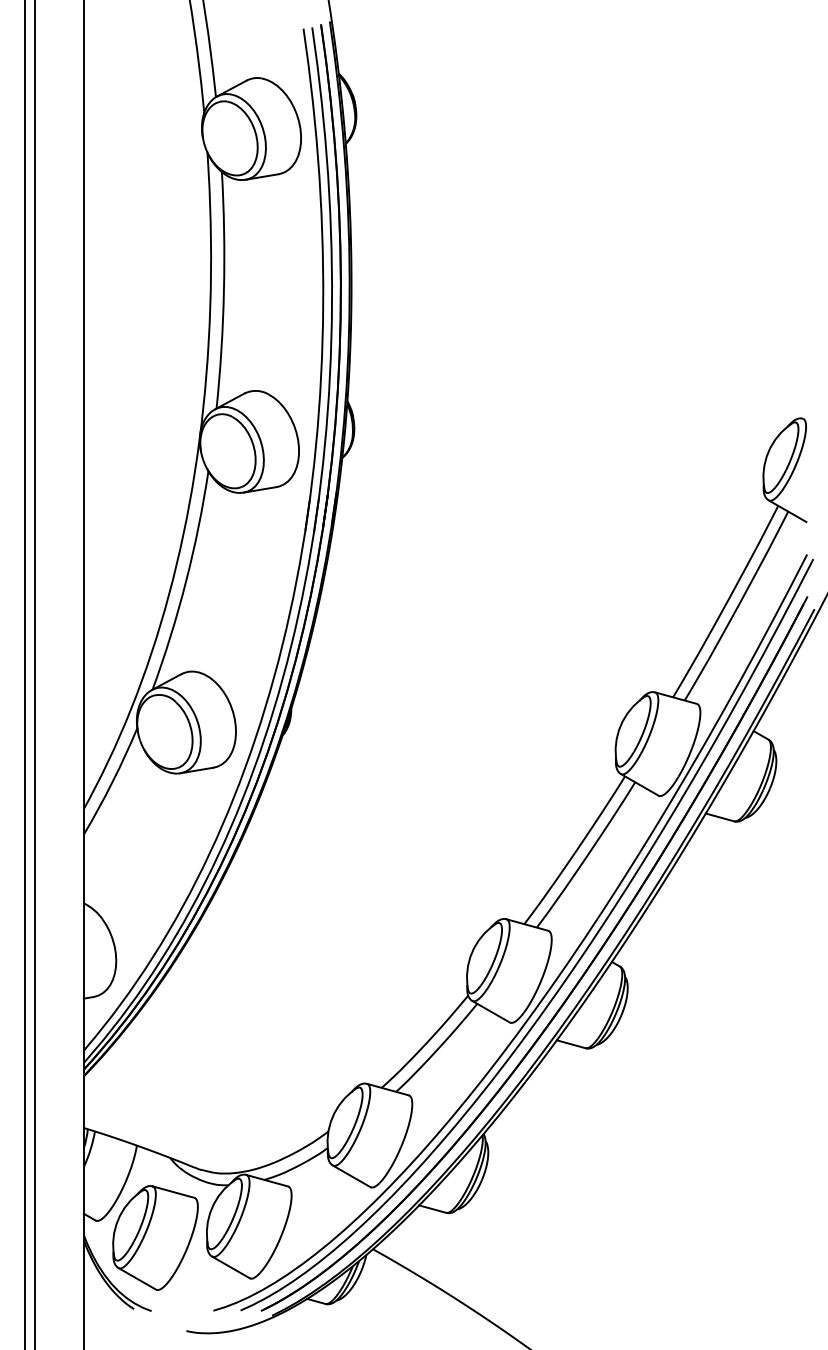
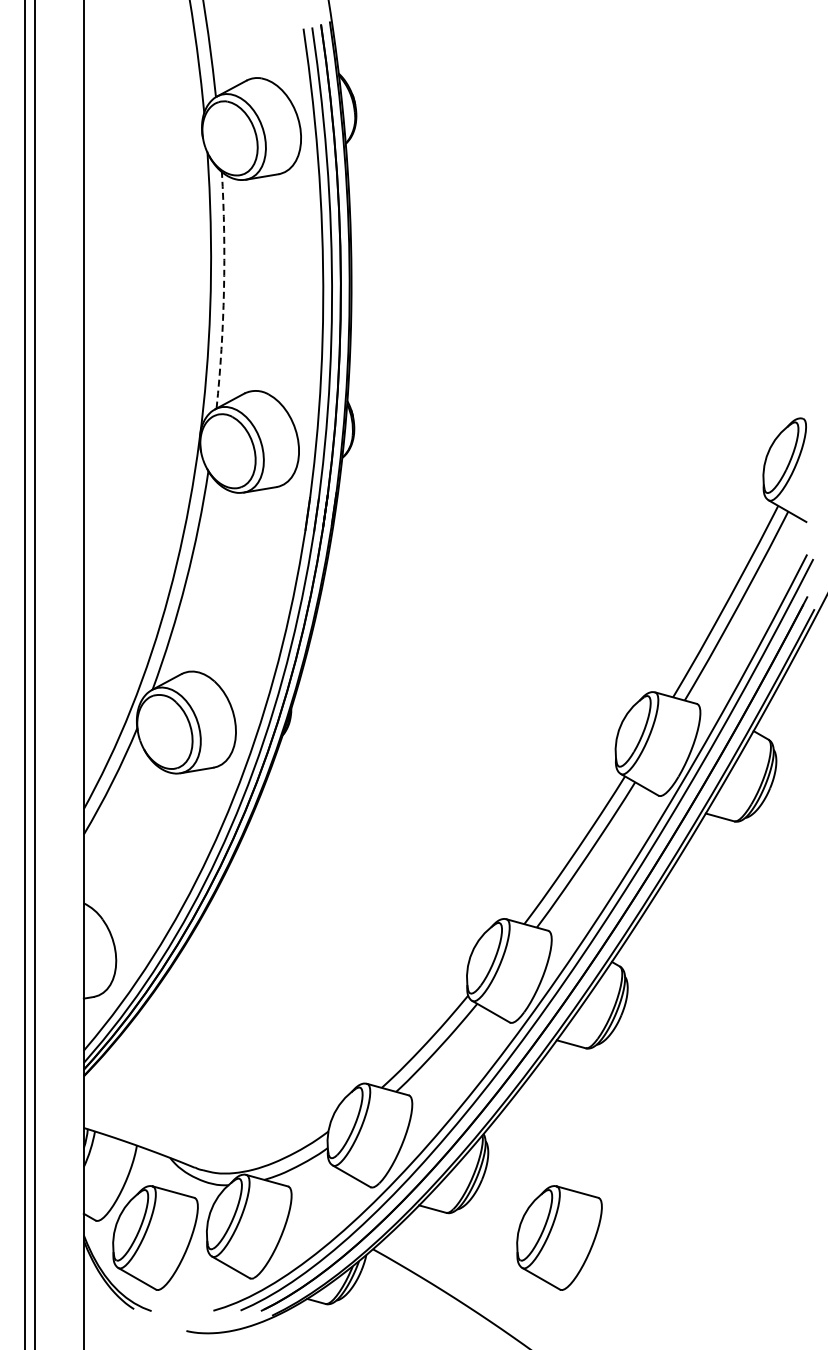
arc at (223, 290): solid -> dashed
part at (559, 1237): none -> present
